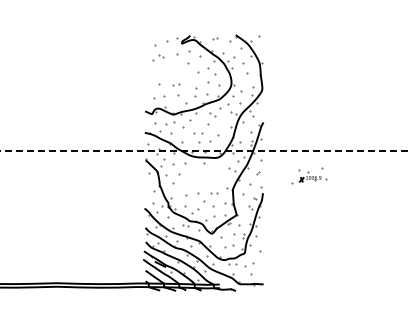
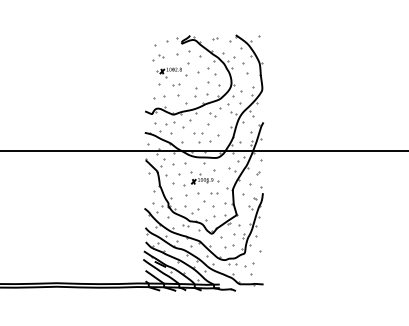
part at (171, 72): none -> present
line at (204, 150): dashed -> solid
part at (309, 175) position: (309, 175) -> (201, 177)
